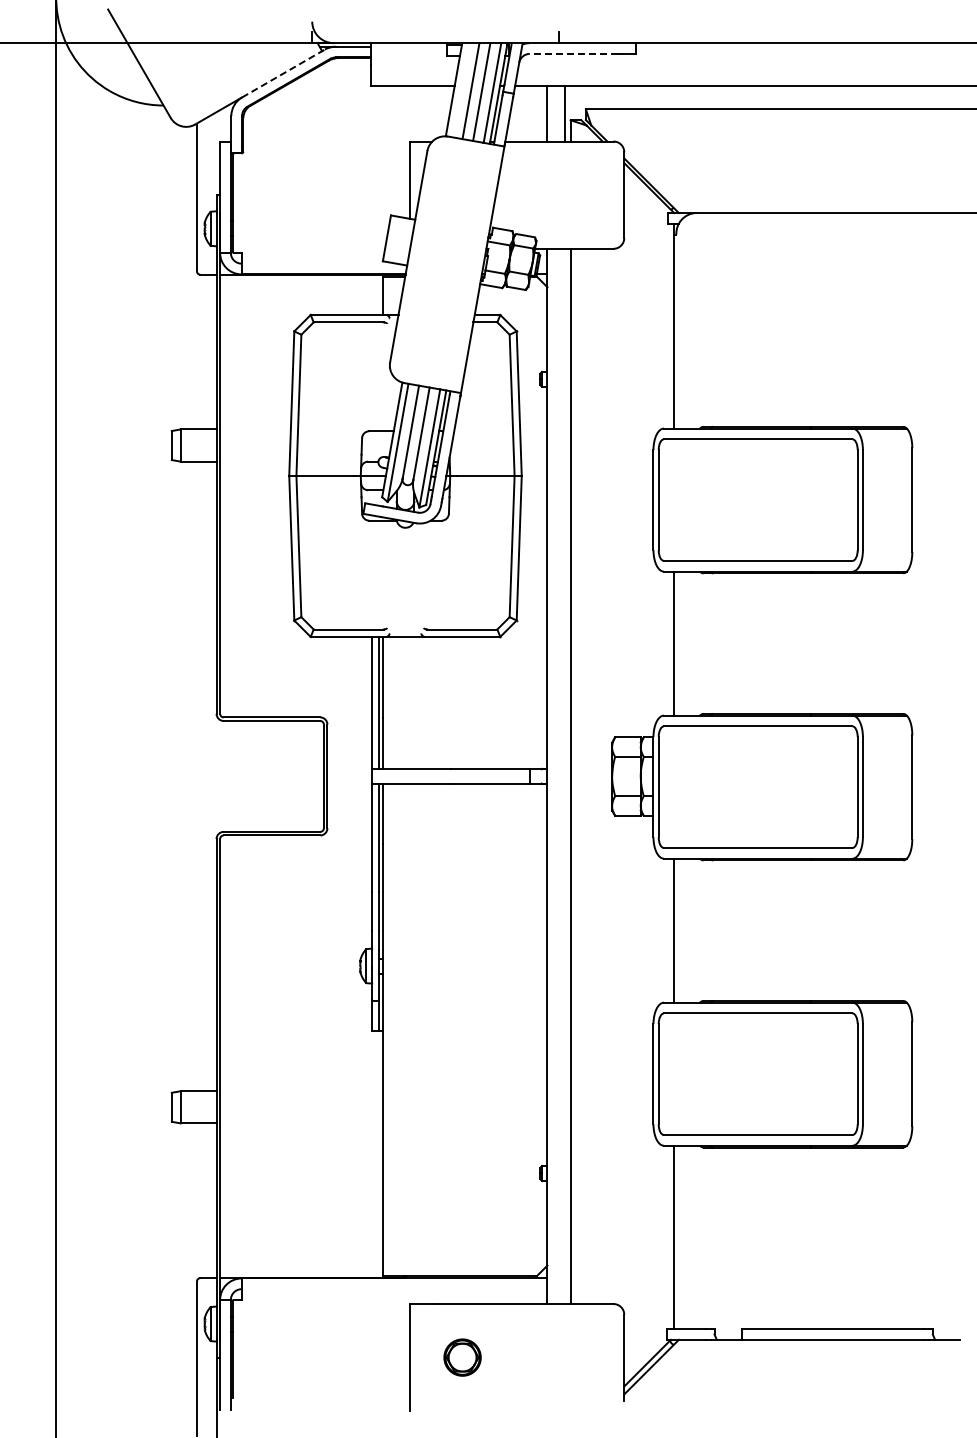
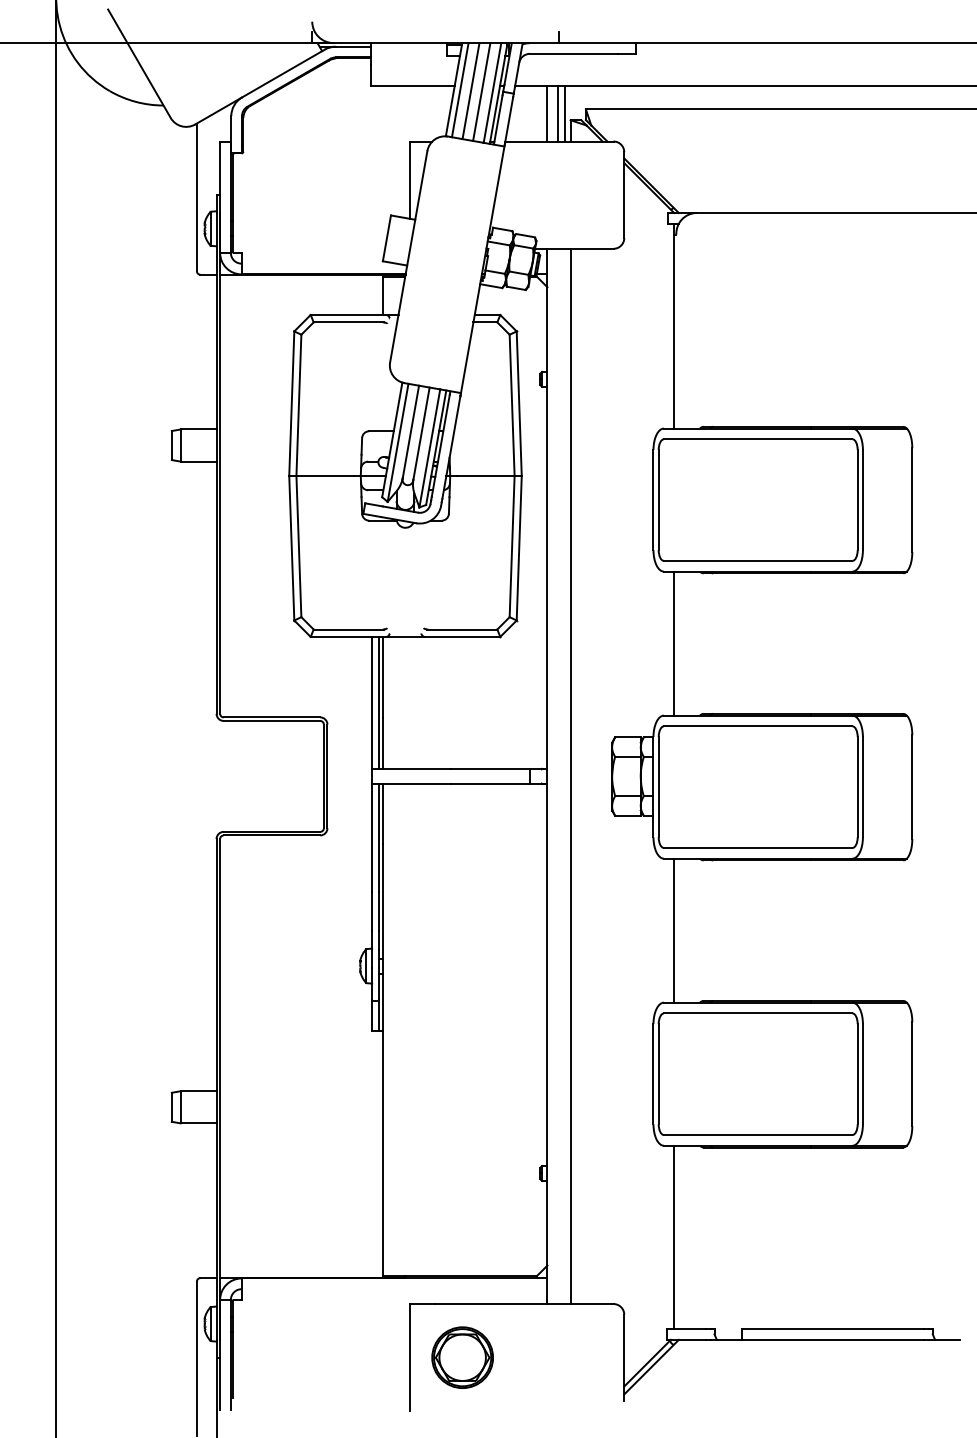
line at (573, 53): dashed -> solid
line at (283, 73): dashed -> solid
line at (459, 90): none -> present
line at (558, 113): none -> present
part at (462, 1357) size: 39x39 px -> 63x63 px
